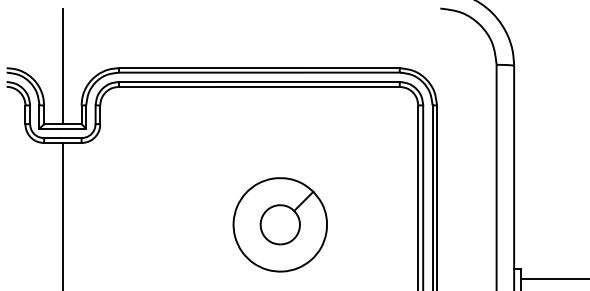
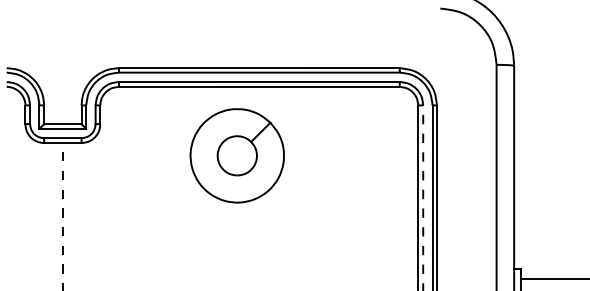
line at (62, 66): present -> none
line at (423, 197): solid -> dashed
line at (62, 216): solid -> dashed
part at (279, 224) position: (279, 224) -> (236, 155)
